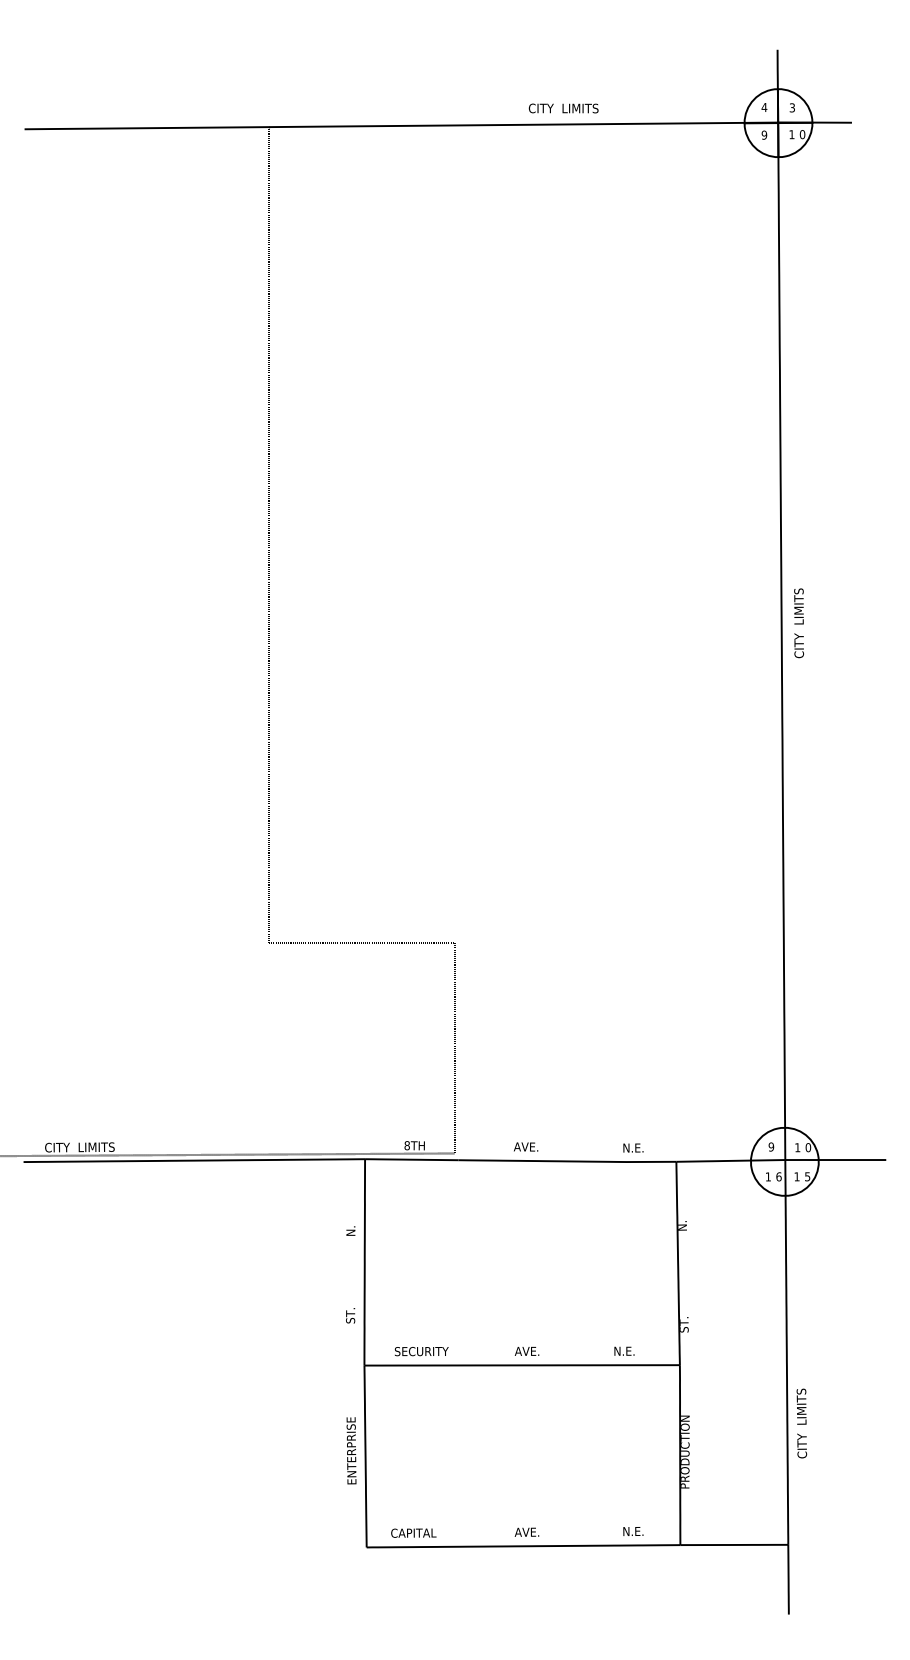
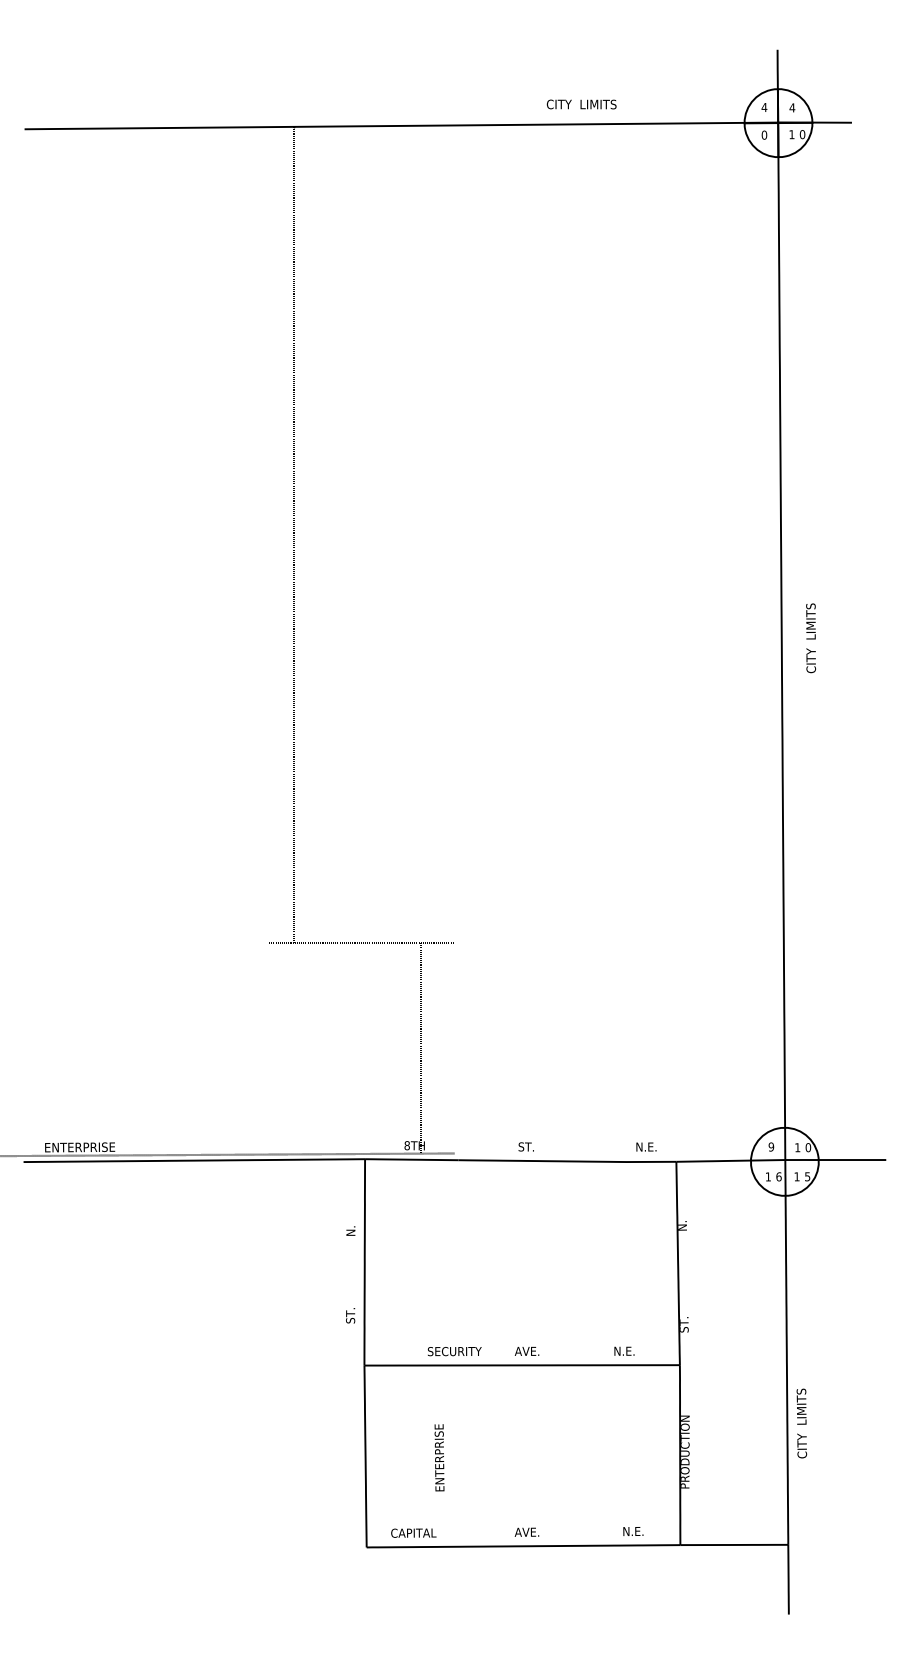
text at (792, 107): 3 -> 4
text at (563, 108) position: (563, 108) -> (581, 104)
text at (763, 135): 9 -> 0
line at (269, 534) position: (269, 534) -> (294, 534)
text at (798, 623) position: (798, 623) -> (810, 638)
line at (454, 1047) position: (454, 1047) -> (420, 1047)
text at (525, 1146): AVE. -> ST.
text at (80, 1147): CITY  LIMITS -> ENTERPRISE
text at (633, 1147) position: (633, 1147) -> (646, 1146)
text at (421, 1351) position: (421, 1351) -> (454, 1351)
text at (351, 1450) position: (351, 1450) -> (439, 1457)
